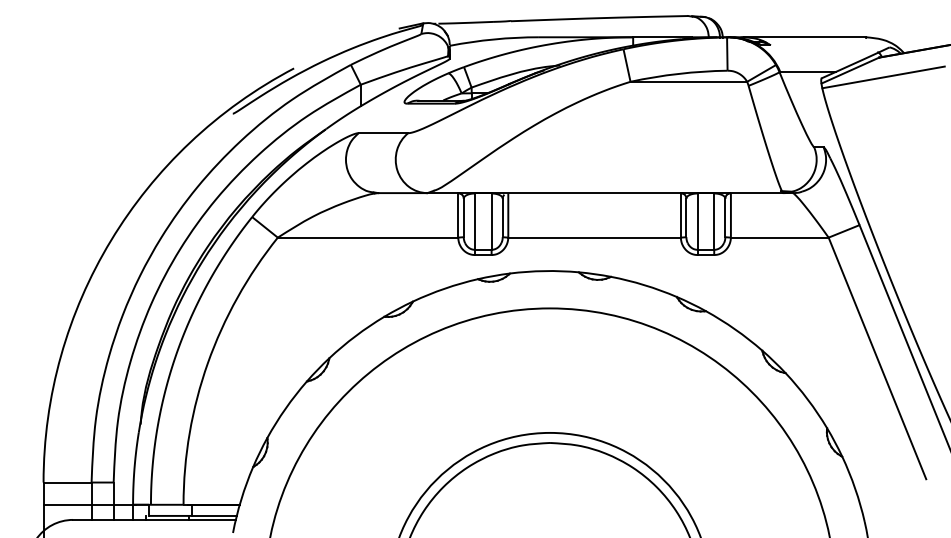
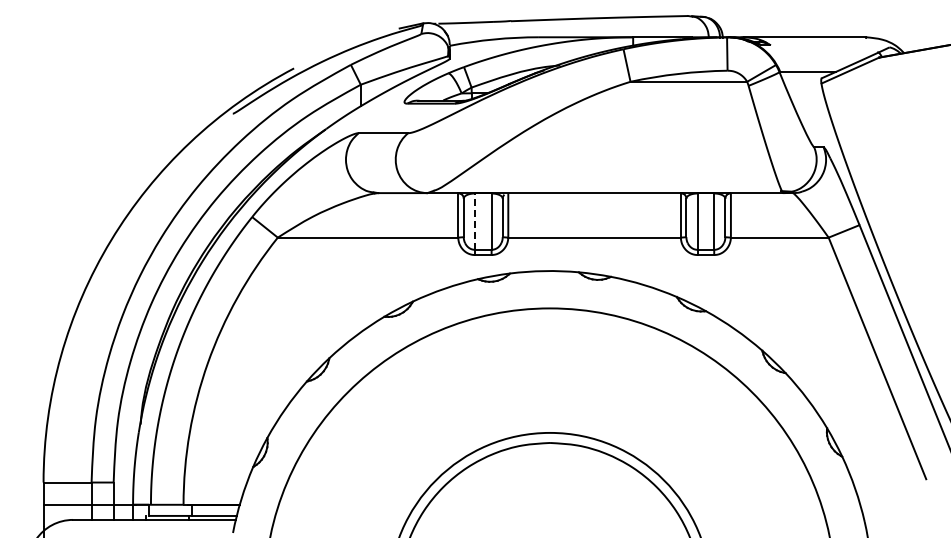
line at (883, 77): present -> none
line at (474, 221): solid -> dashed
